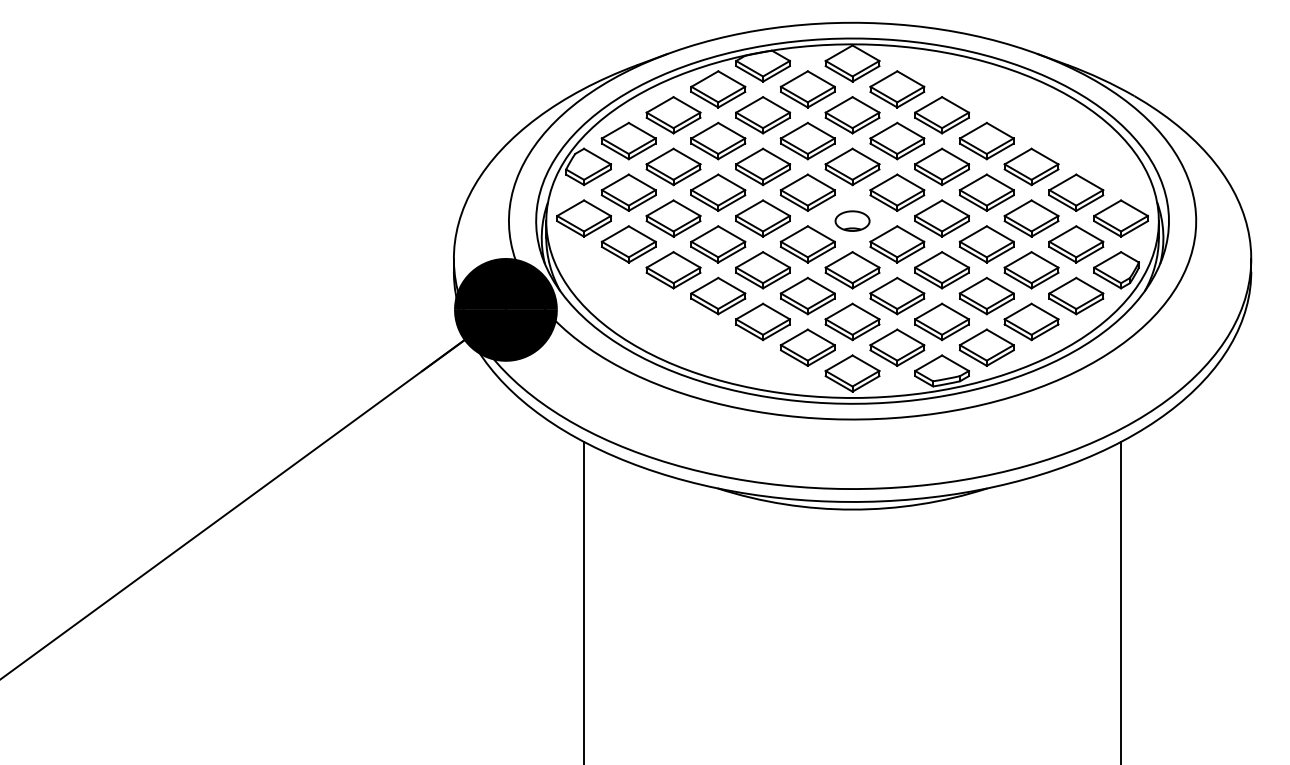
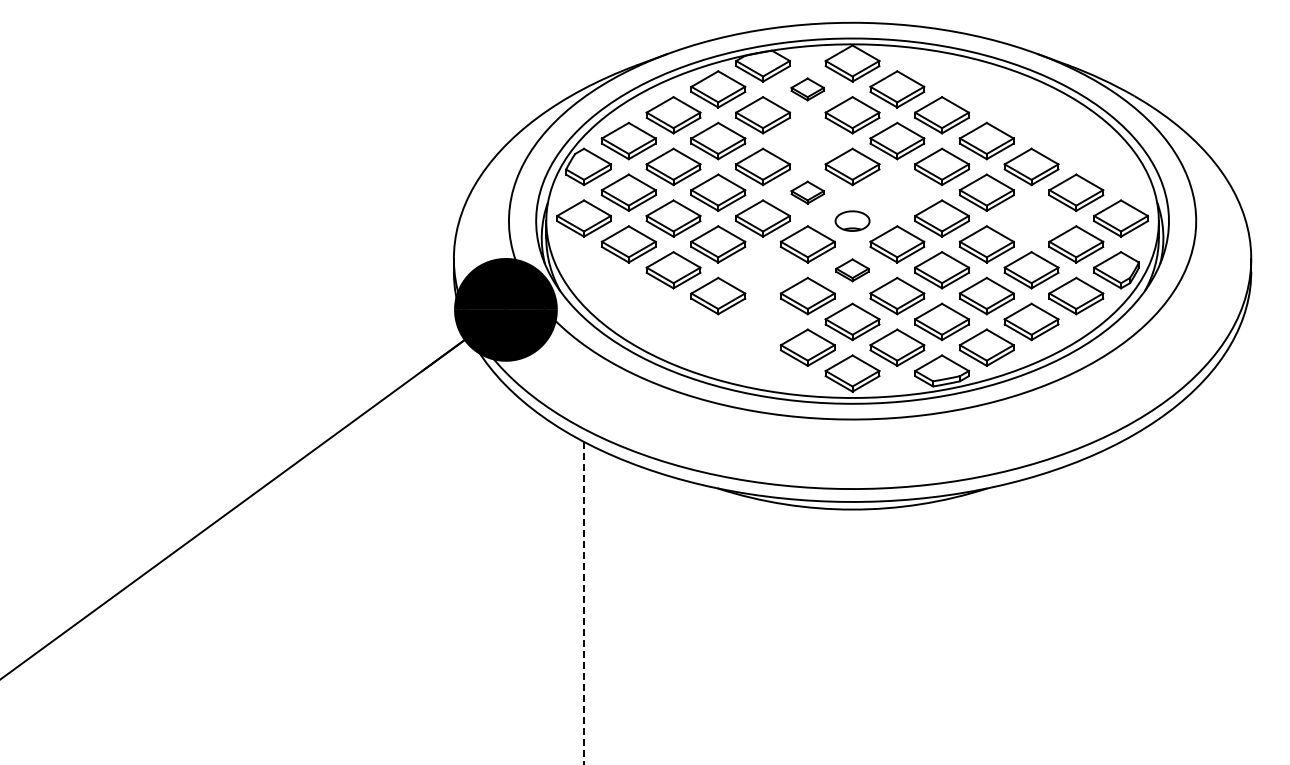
part at (807, 89) size: 57x39 px -> 35x25 px
part at (807, 140): present -> none
part at (807, 192) size: 57x39 px -> 35x25 px
part at (897, 192): present -> none
part at (1031, 218): present -> none
part at (762, 270): present -> none
part at (852, 270) size: 57x39 px -> 35x25 px
part at (762, 321): present -> none
line at (1120, 601): present -> none
line at (584, 603): solid -> dashed
